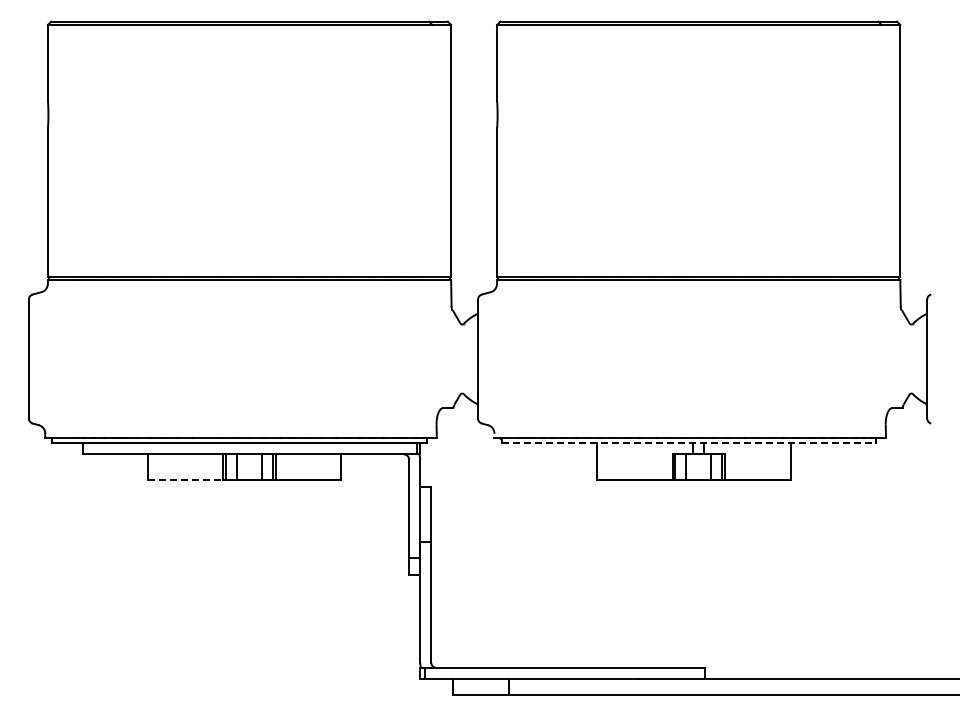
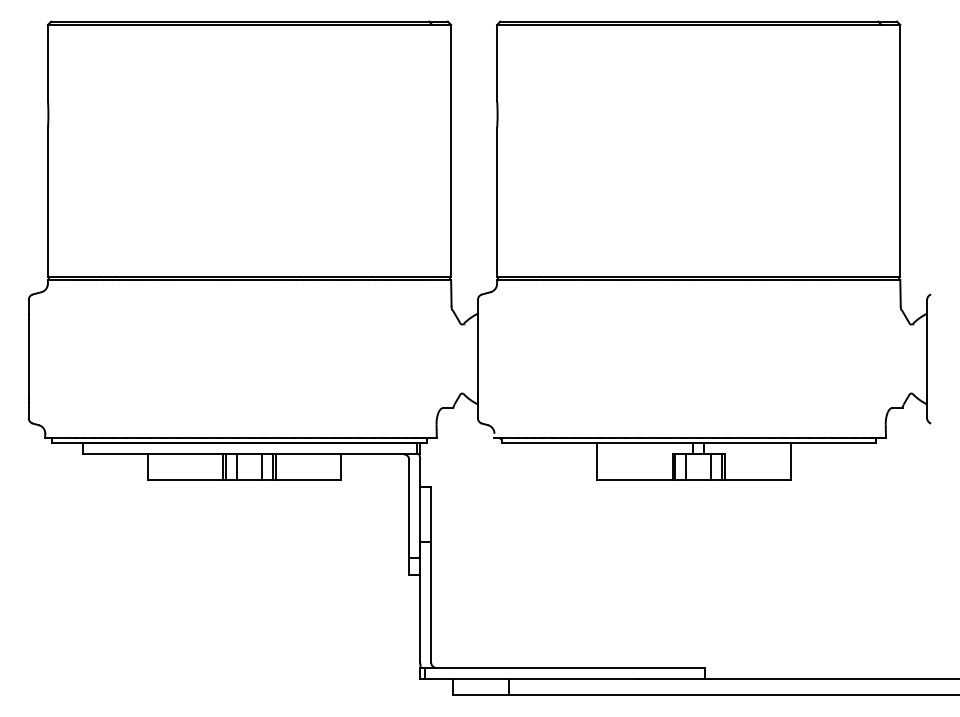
line at (689, 443): dashed -> solid
line at (185, 479): dashed -> solid
